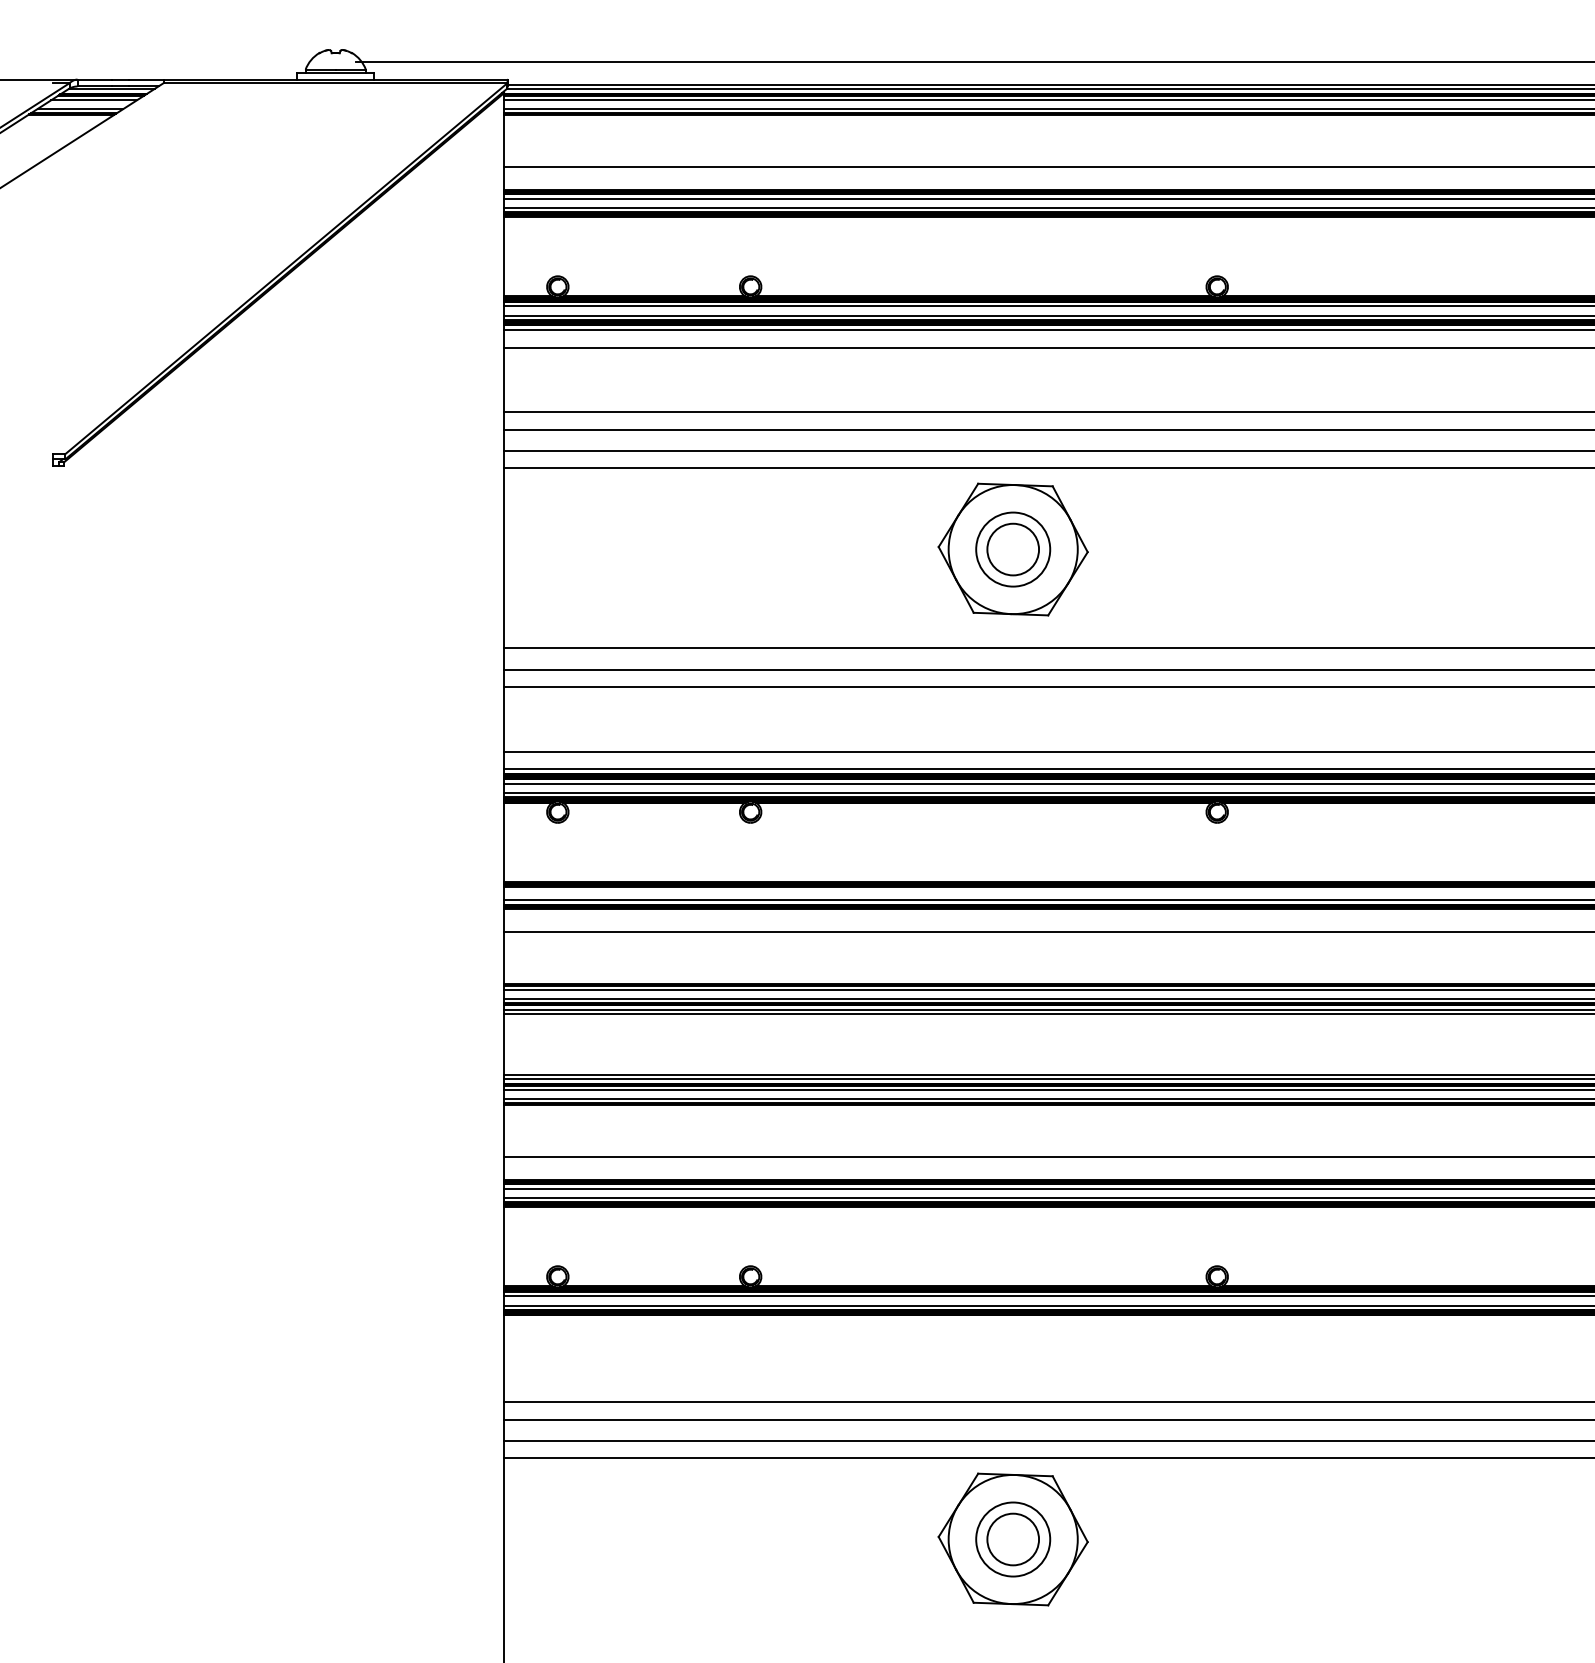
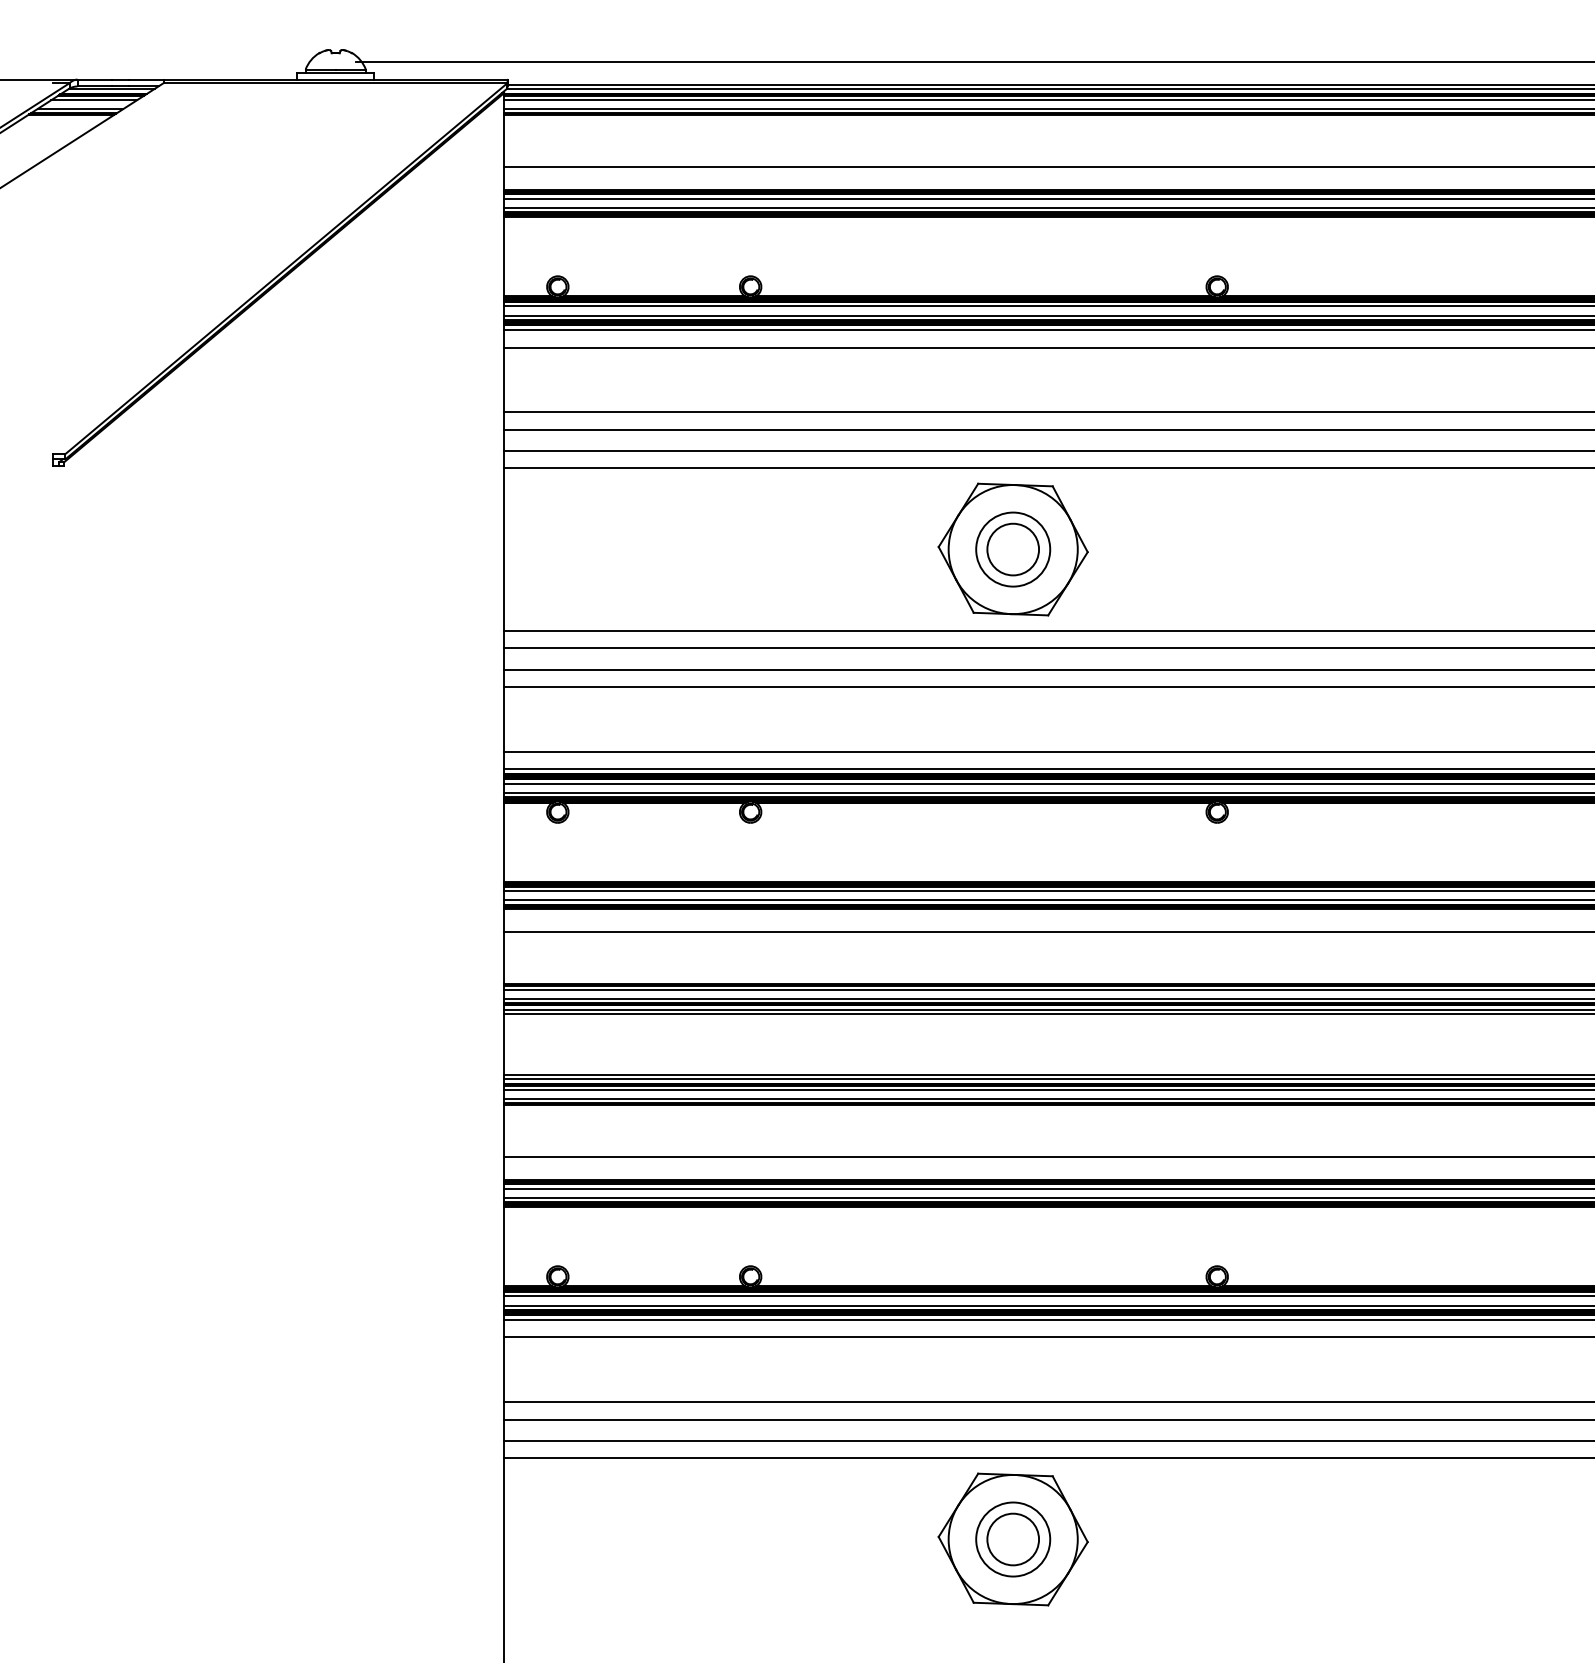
line at (1047, 630): none -> present
line at (1047, 891): none -> present
line at (1047, 1319): none -> present
line at (1047, 1337): none -> present
